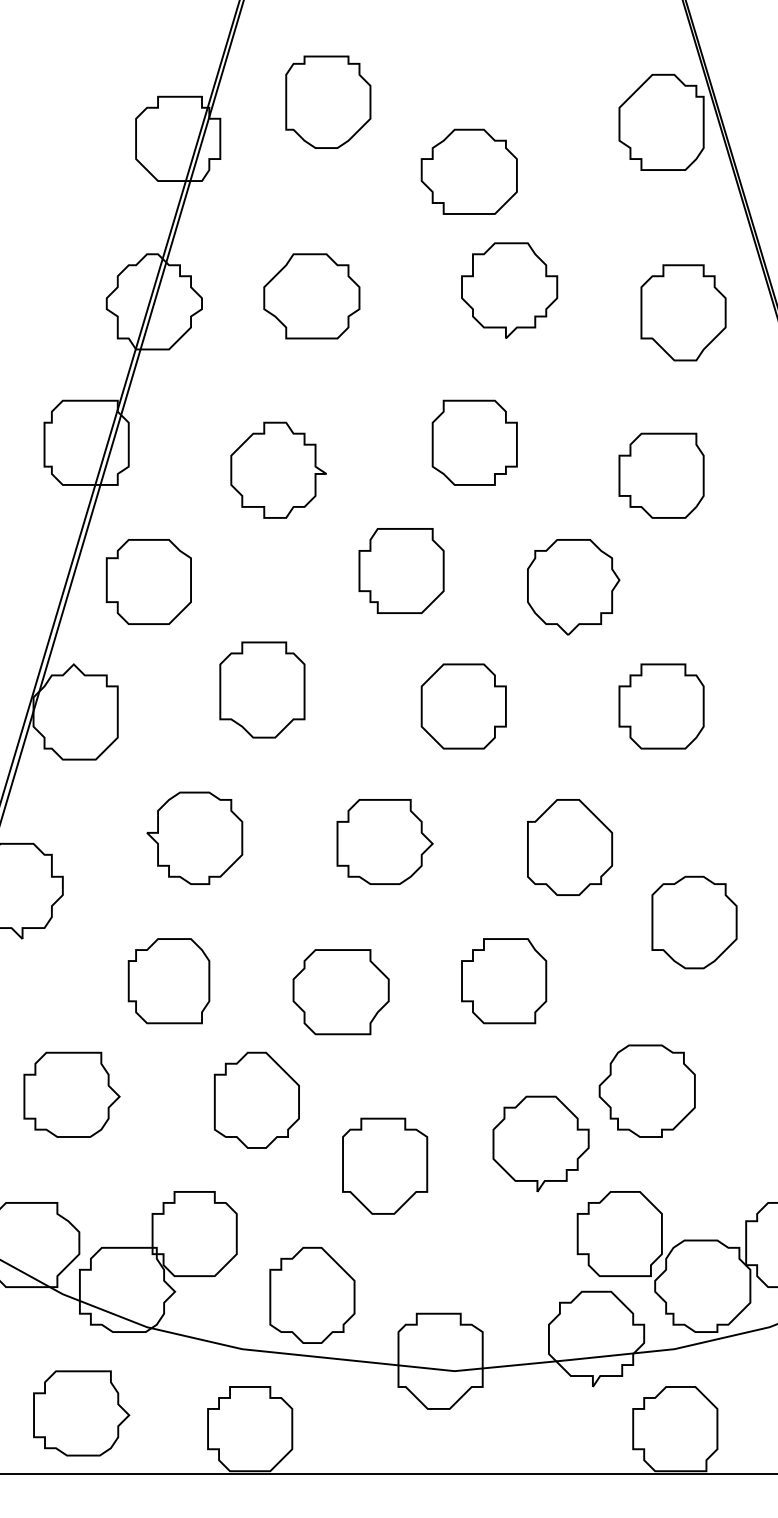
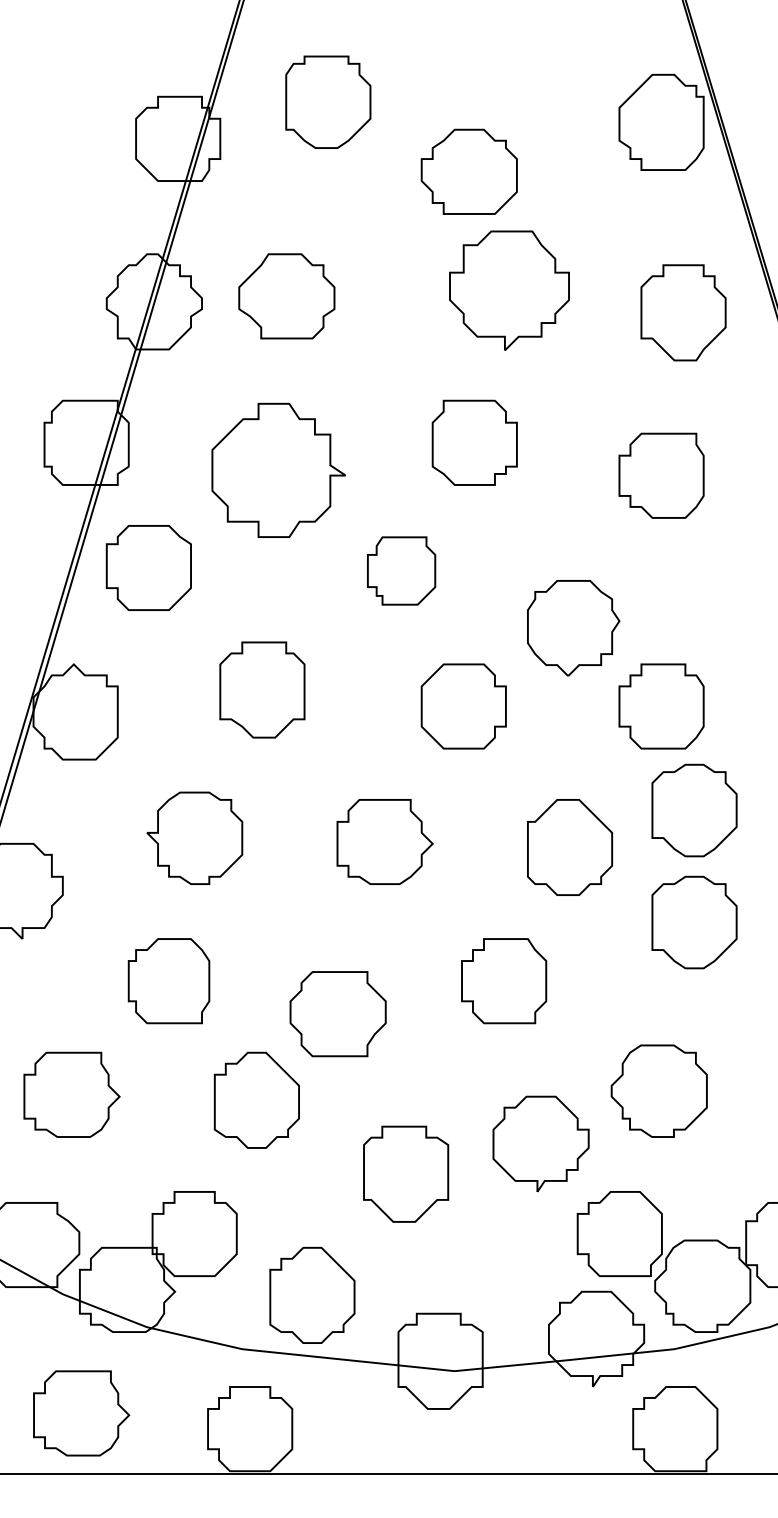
part at (509, 290) size: 98x97 px -> 121x121 px
part at (311, 296) position: (311, 296) -> (286, 296)
part at (278, 469) size: 97x98 px -> 135x136 px
part at (401, 570) size: 87x86 px -> 70x70 px
part at (148, 581) position: (148, 581) -> (148, 567)
part at (573, 587) position: (573, 587) -> (573, 628)
part at (694, 810): none -> present
part at (340, 992) position: (340, 992) -> (337, 1014)
part at (646, 1090) position: (646, 1090) -> (658, 1090)
part at (385, 1165) position: (385, 1165) -> (406, 1173)
